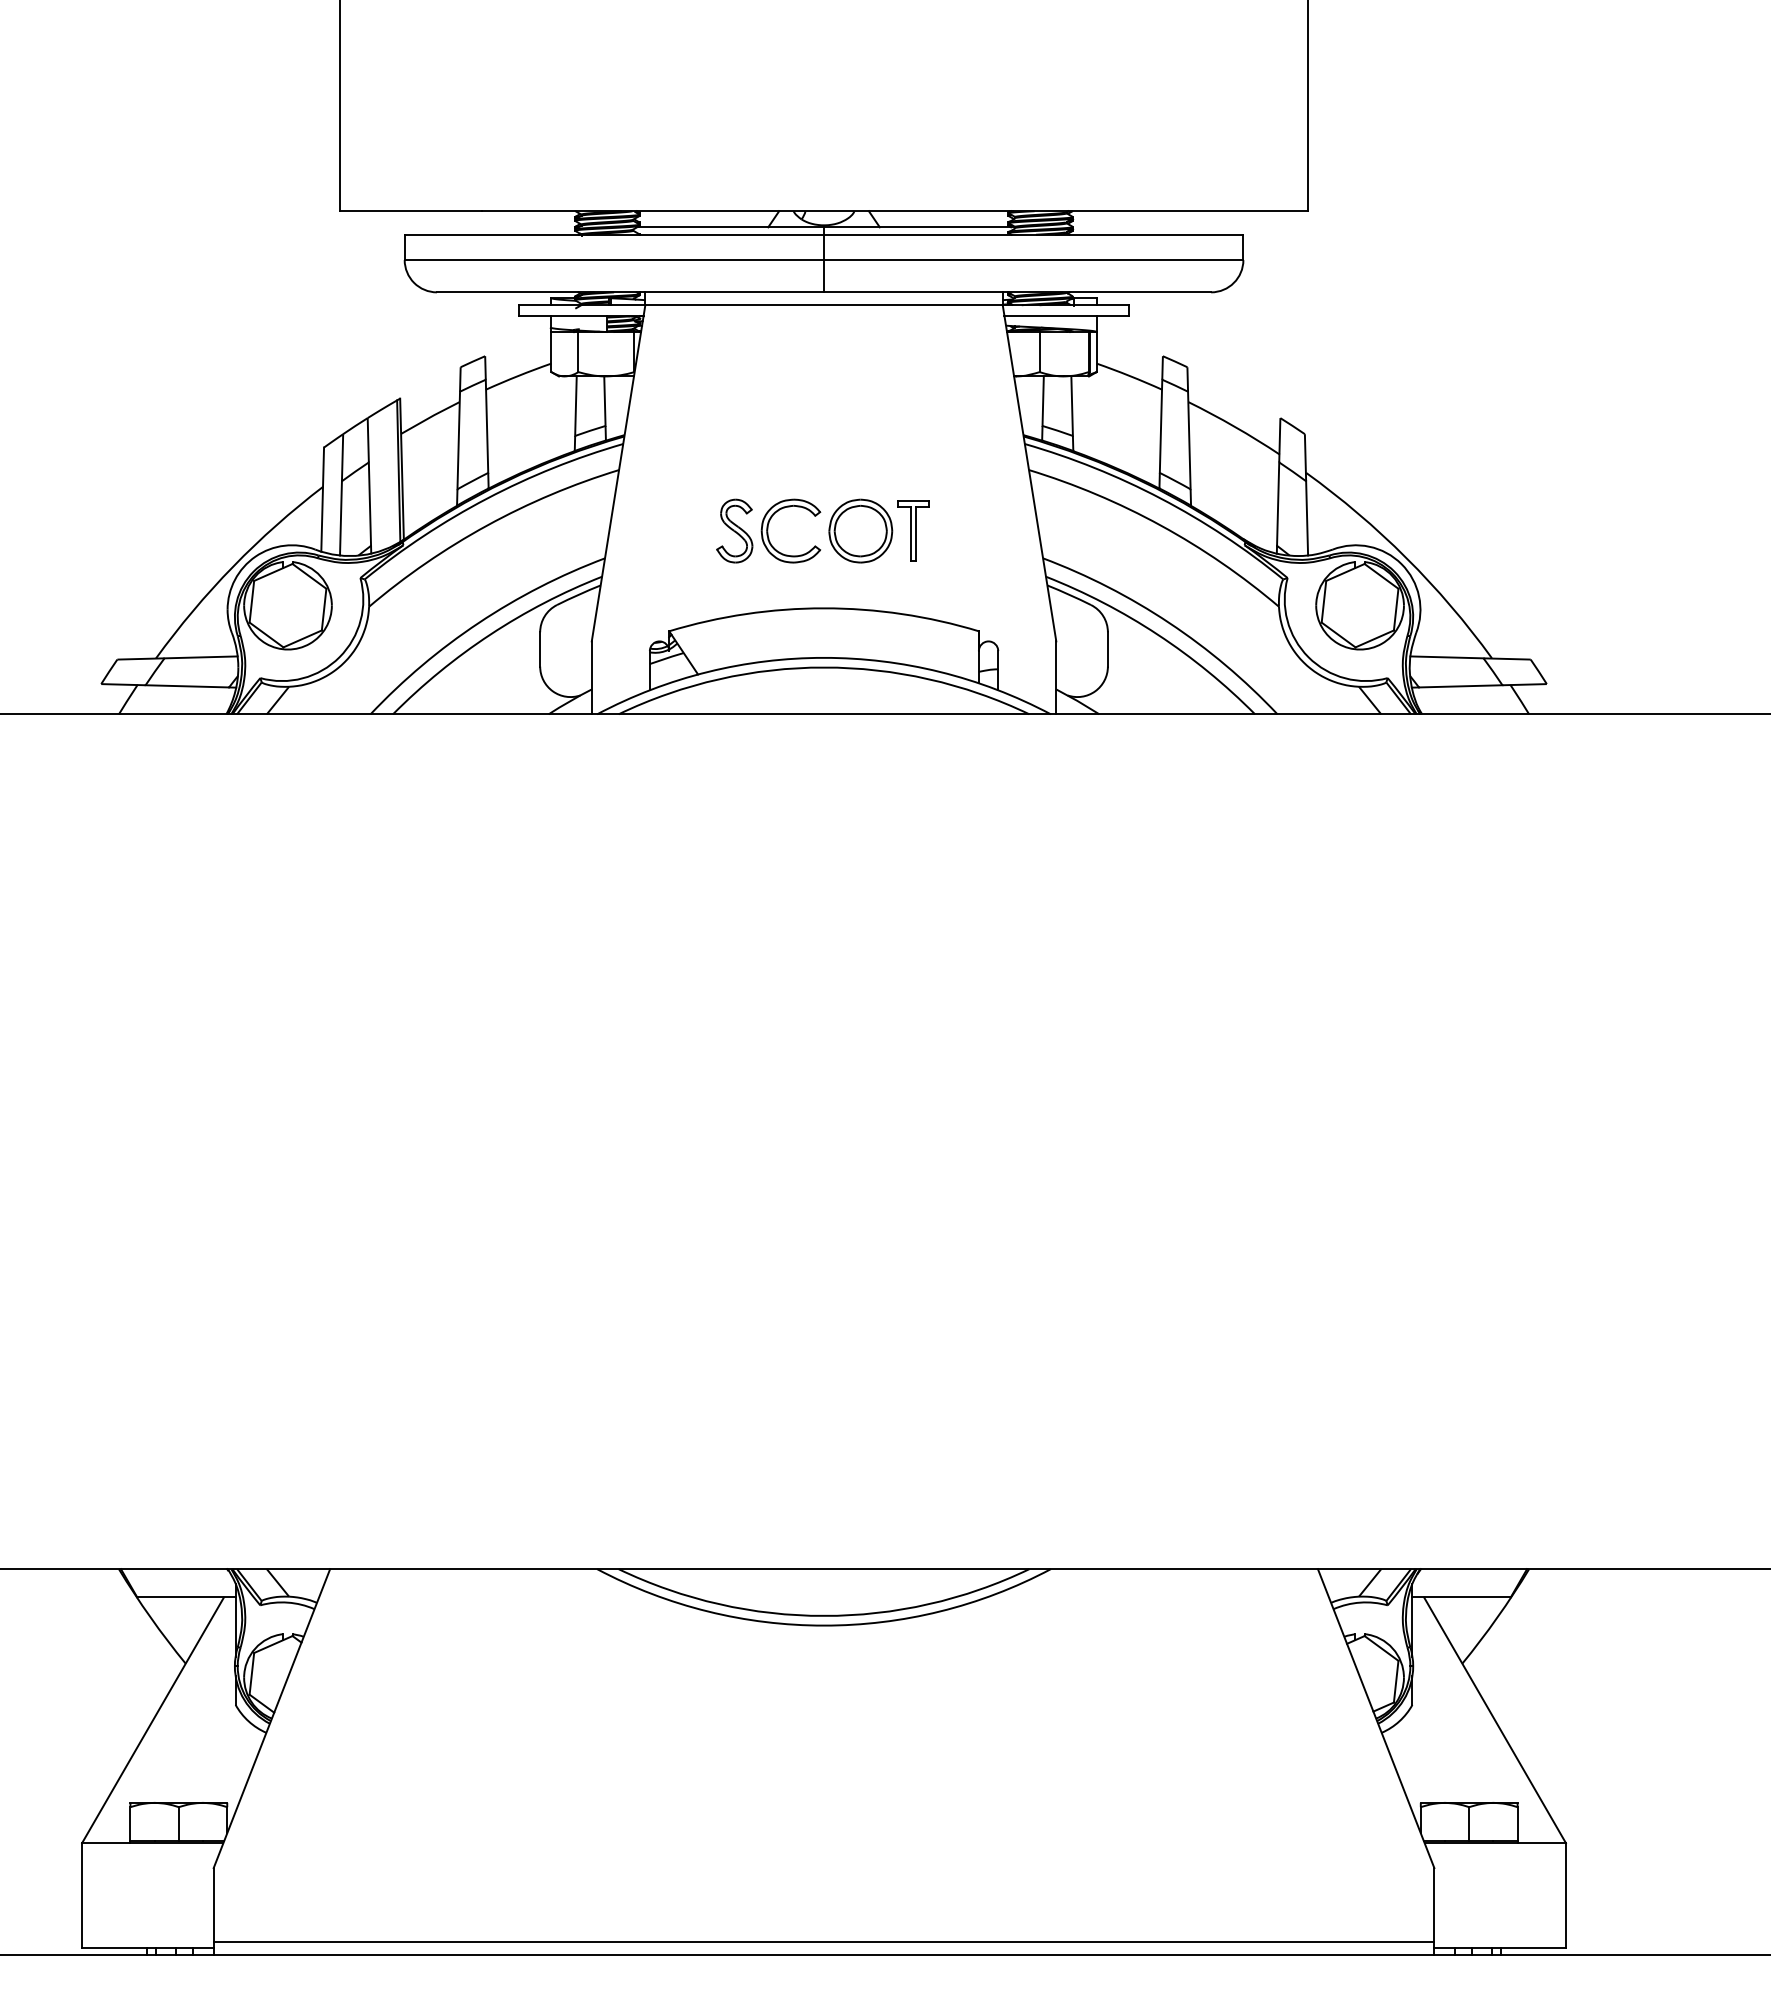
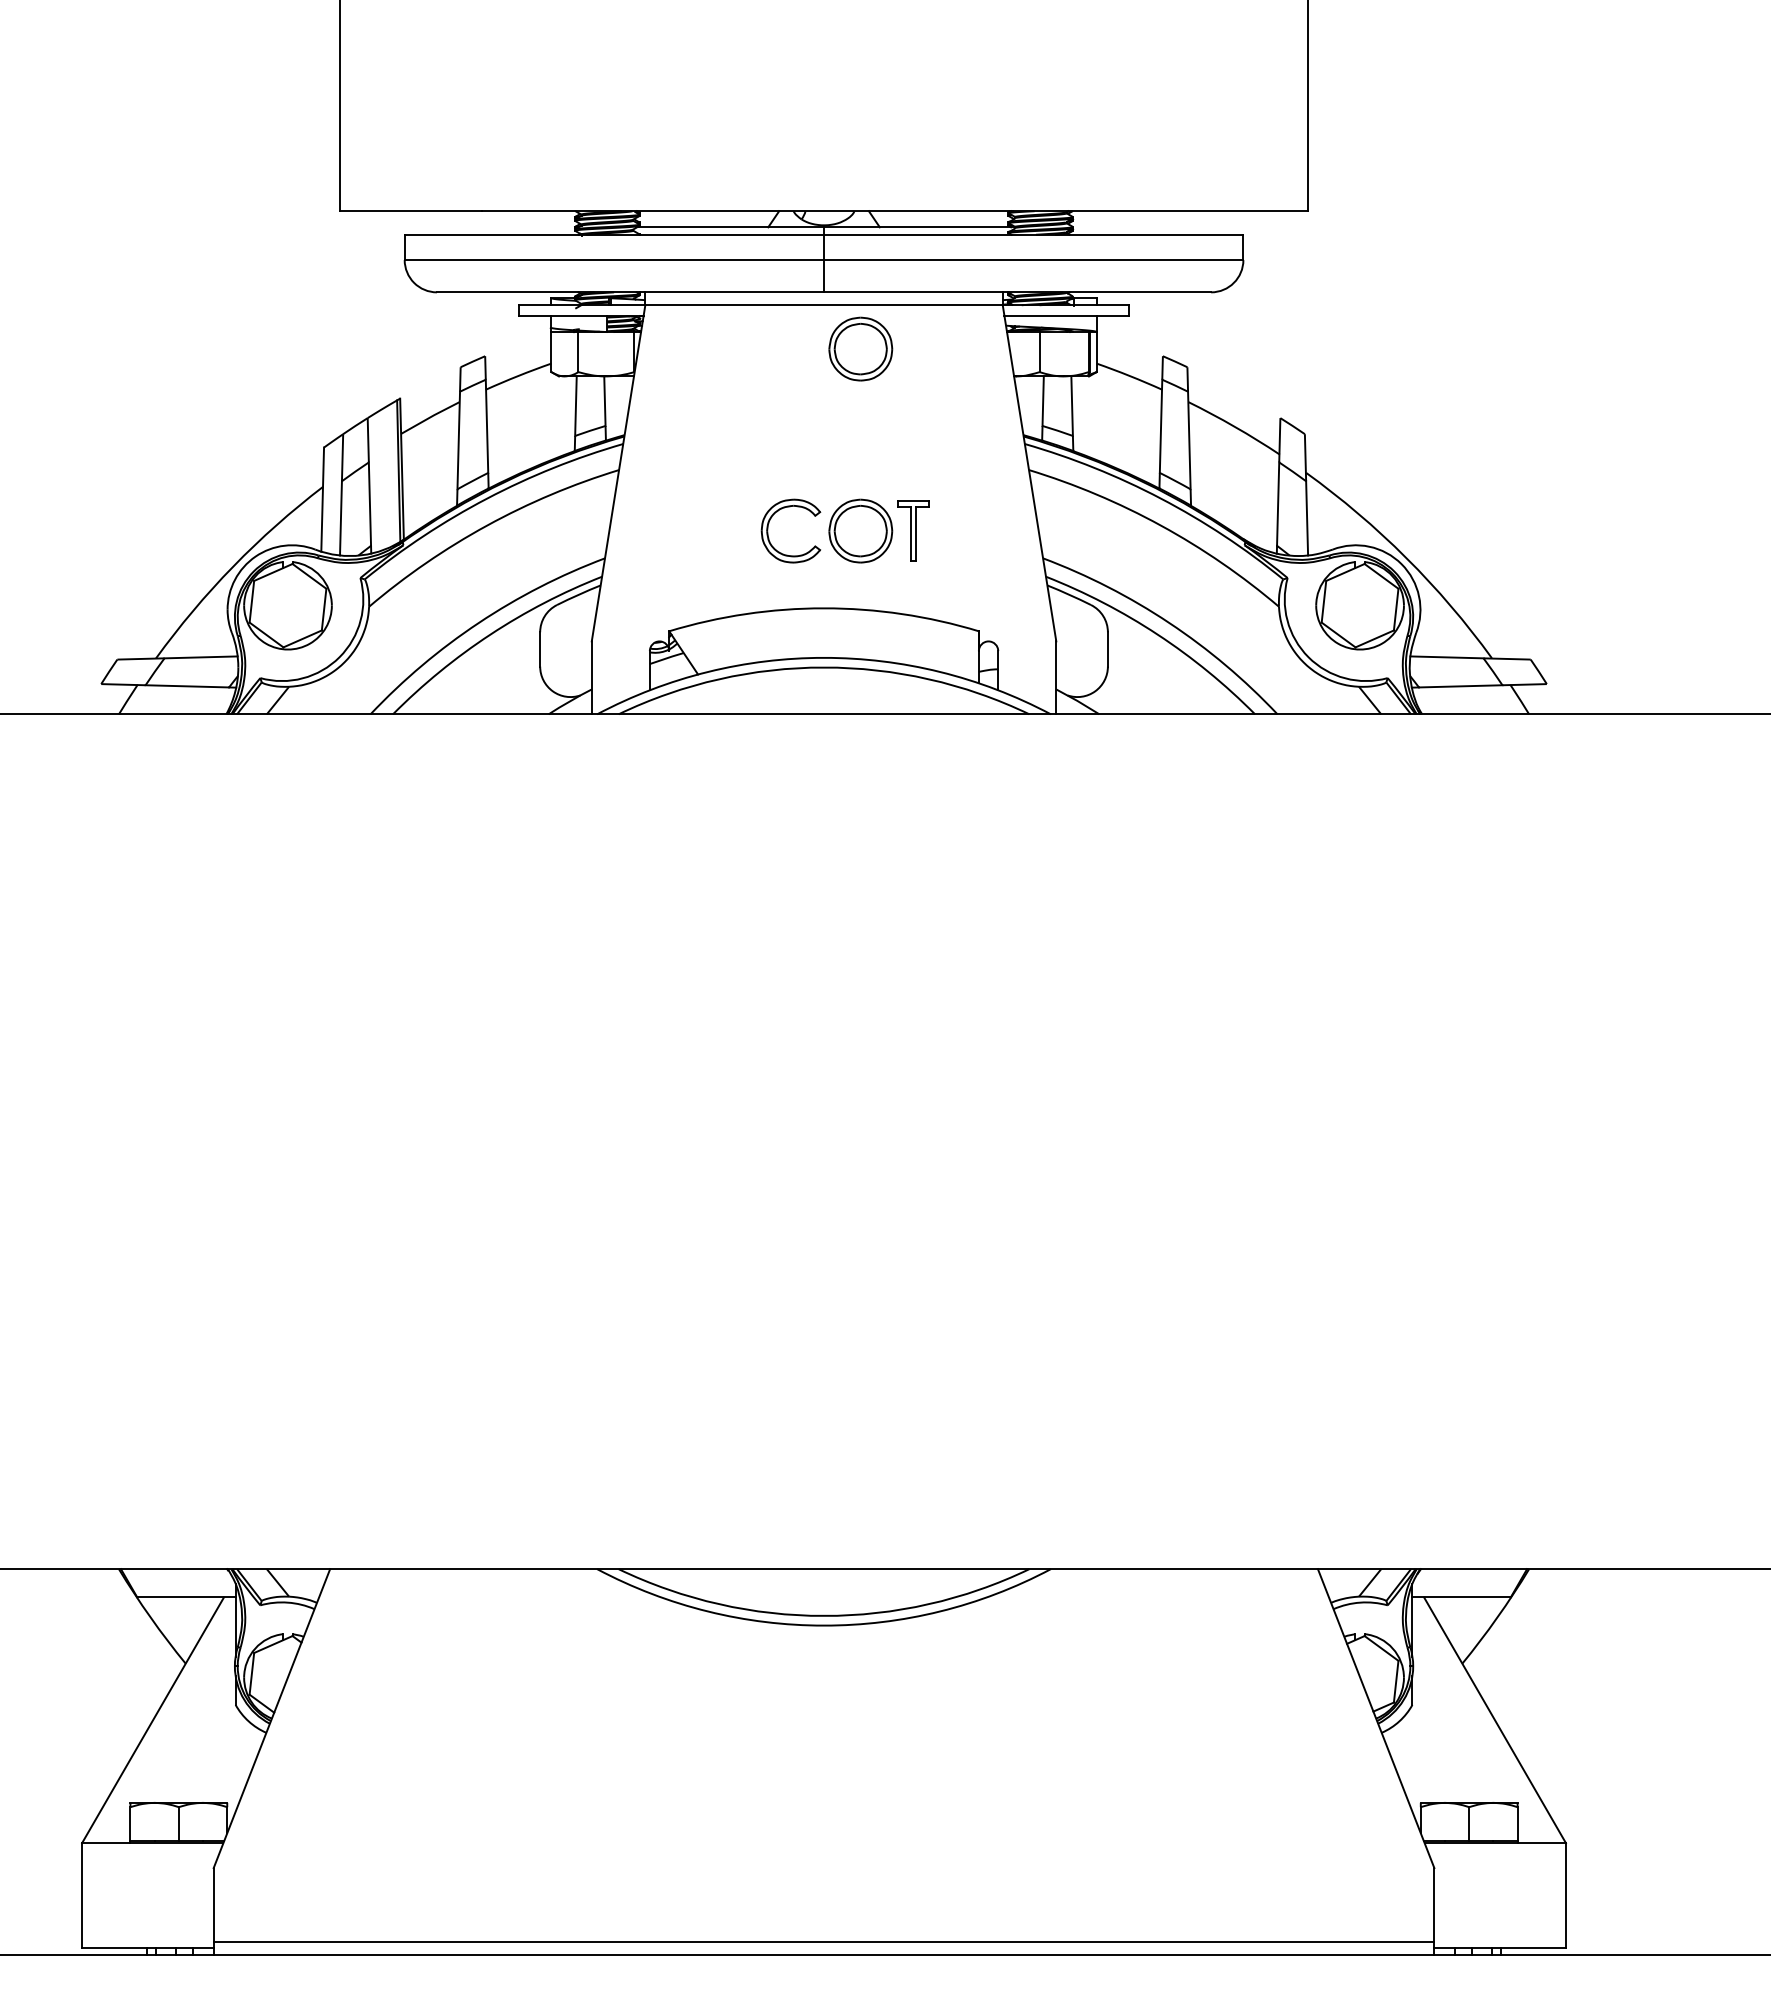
part at (860, 348): none -> present
part at (734, 530): present -> none
